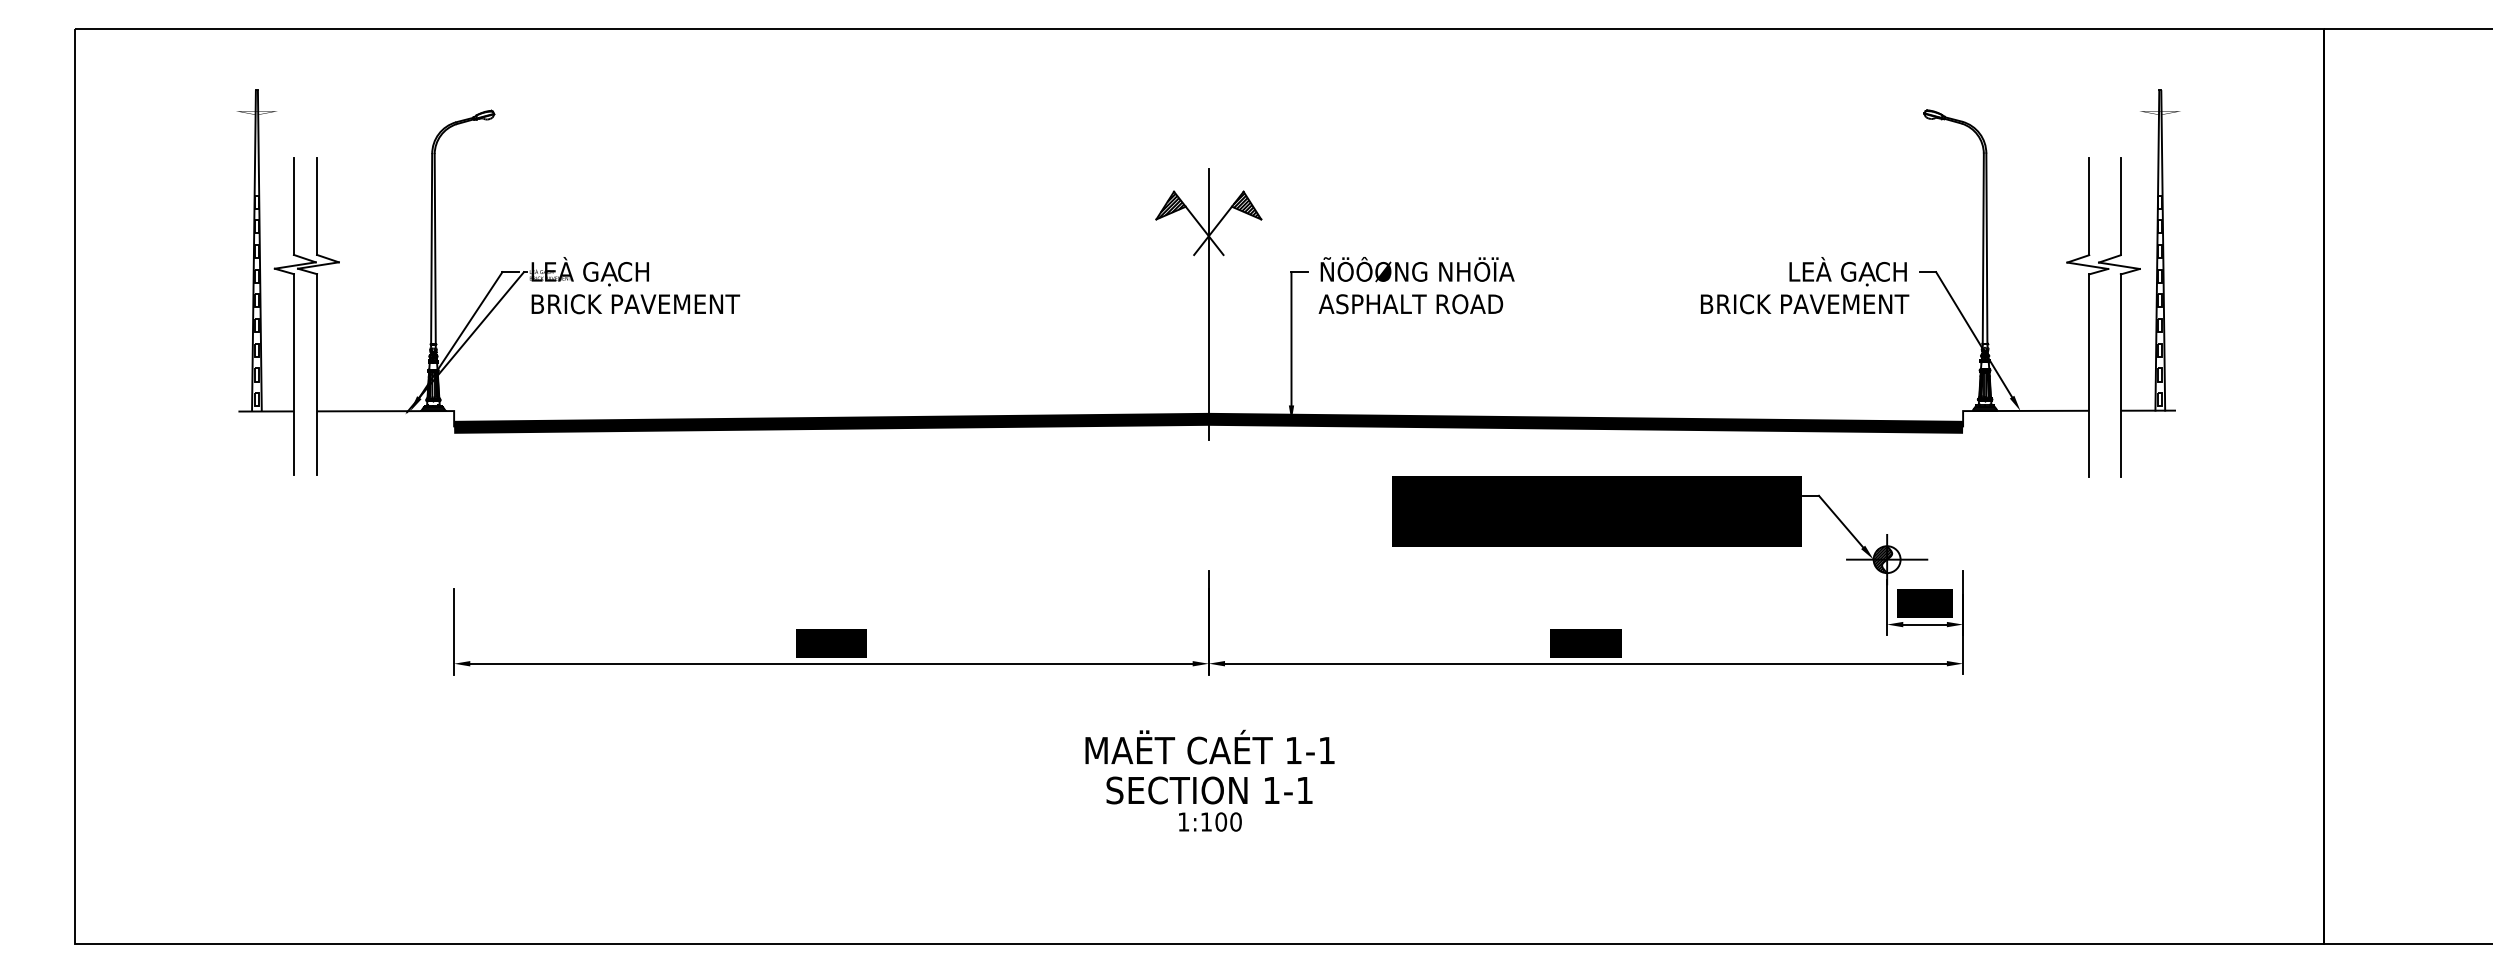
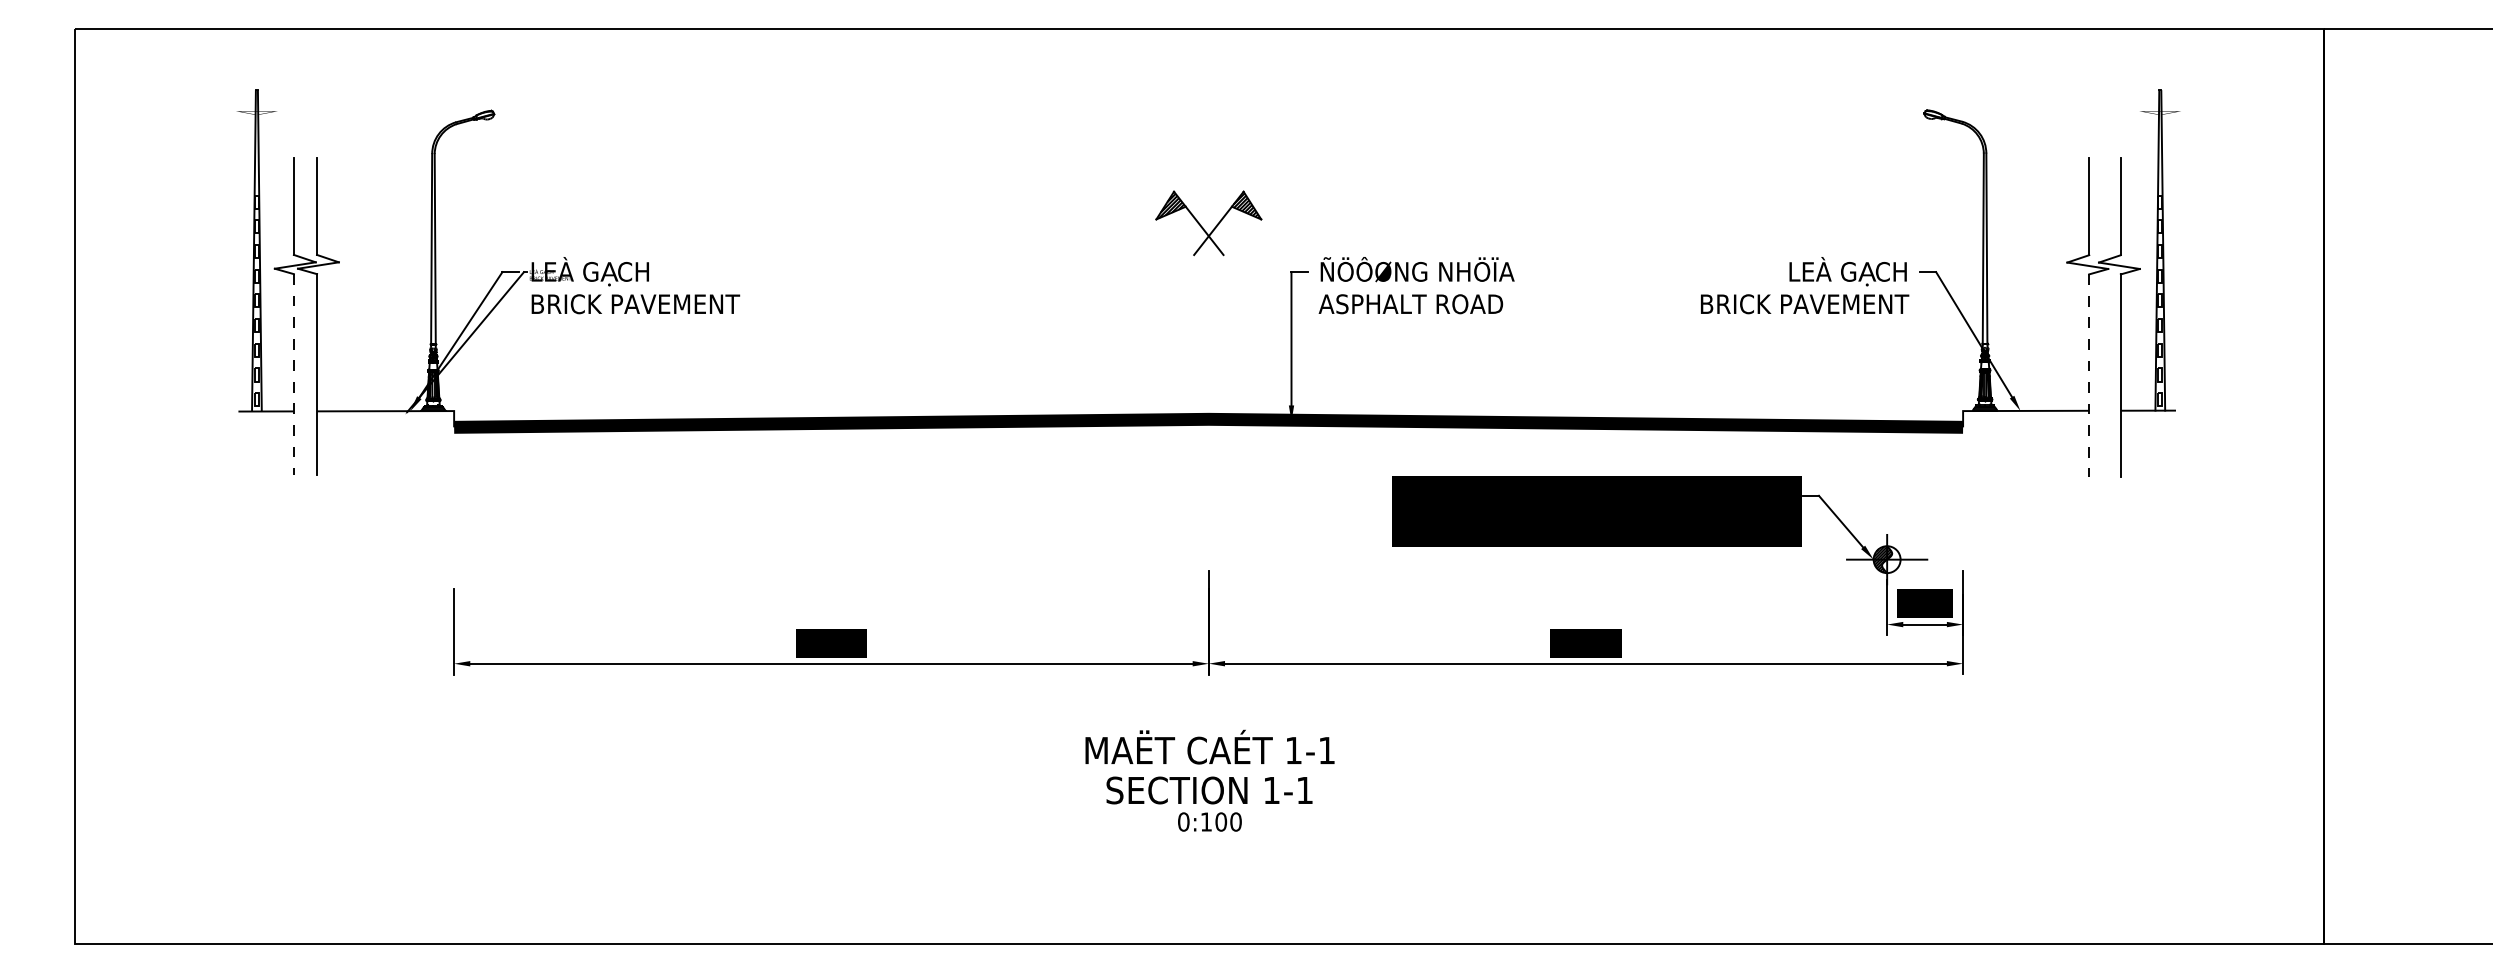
line at (1208, 304): present -> none
line at (293, 375): solid -> dashed
line at (2089, 376): solid -> dashed
text at (1183, 821): 1:100 -> 0:100
